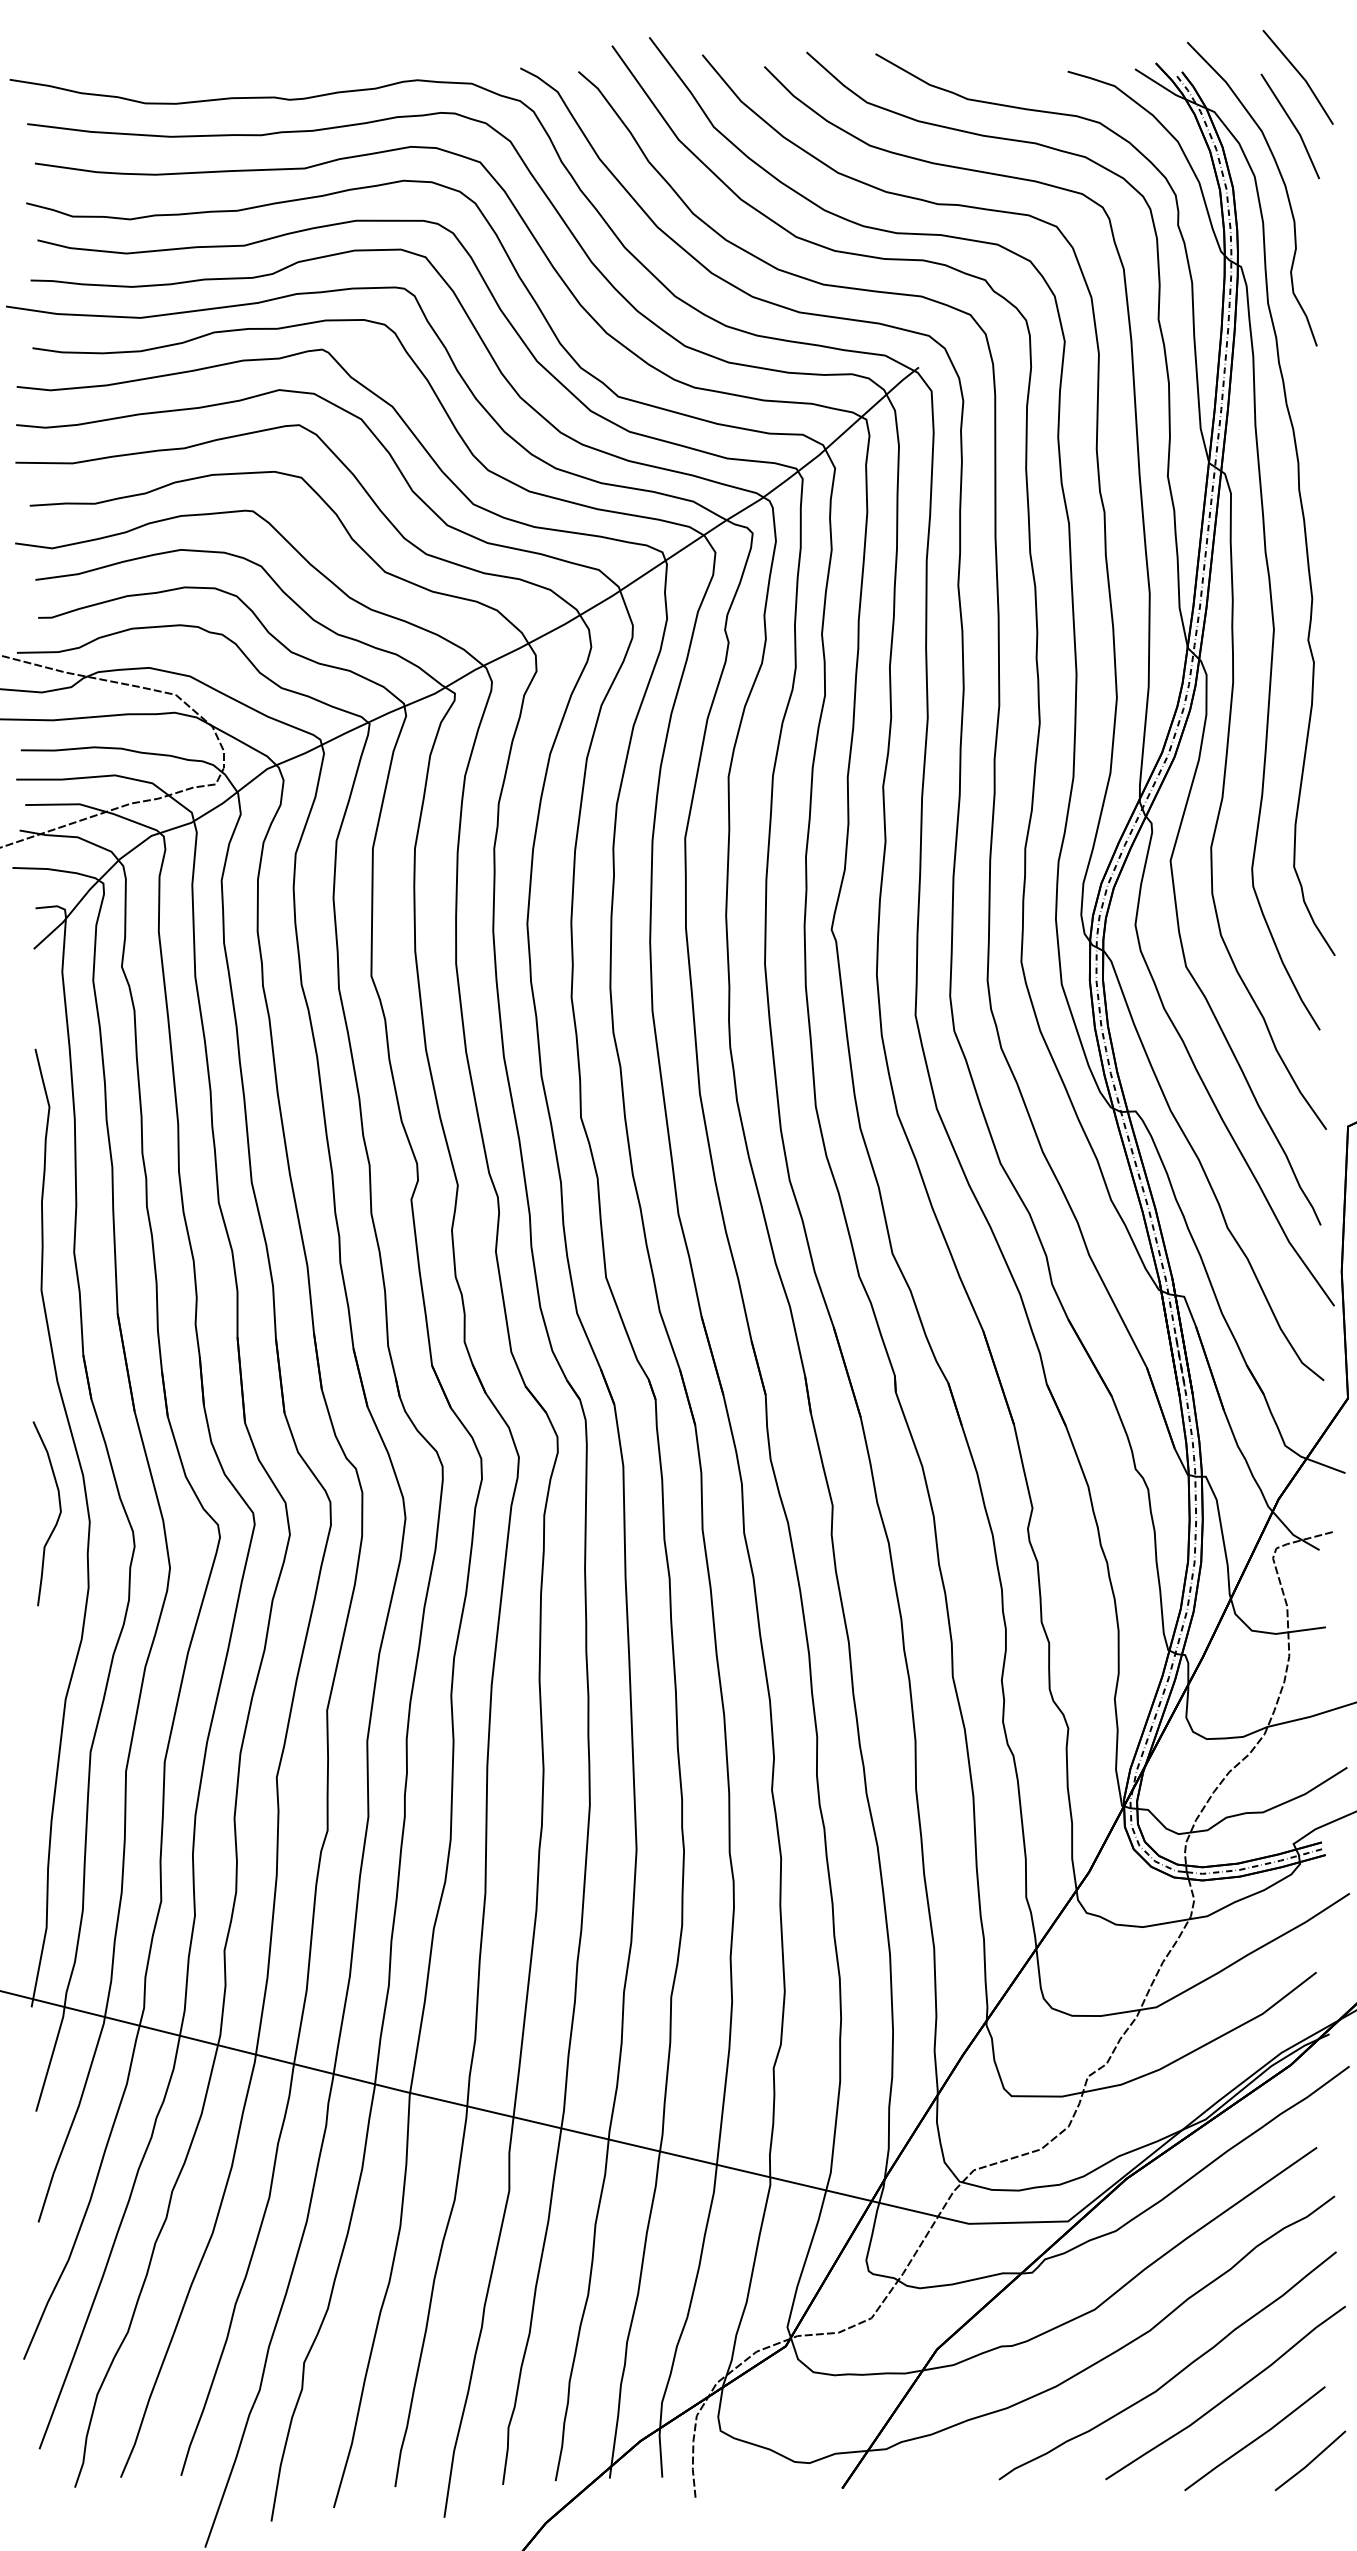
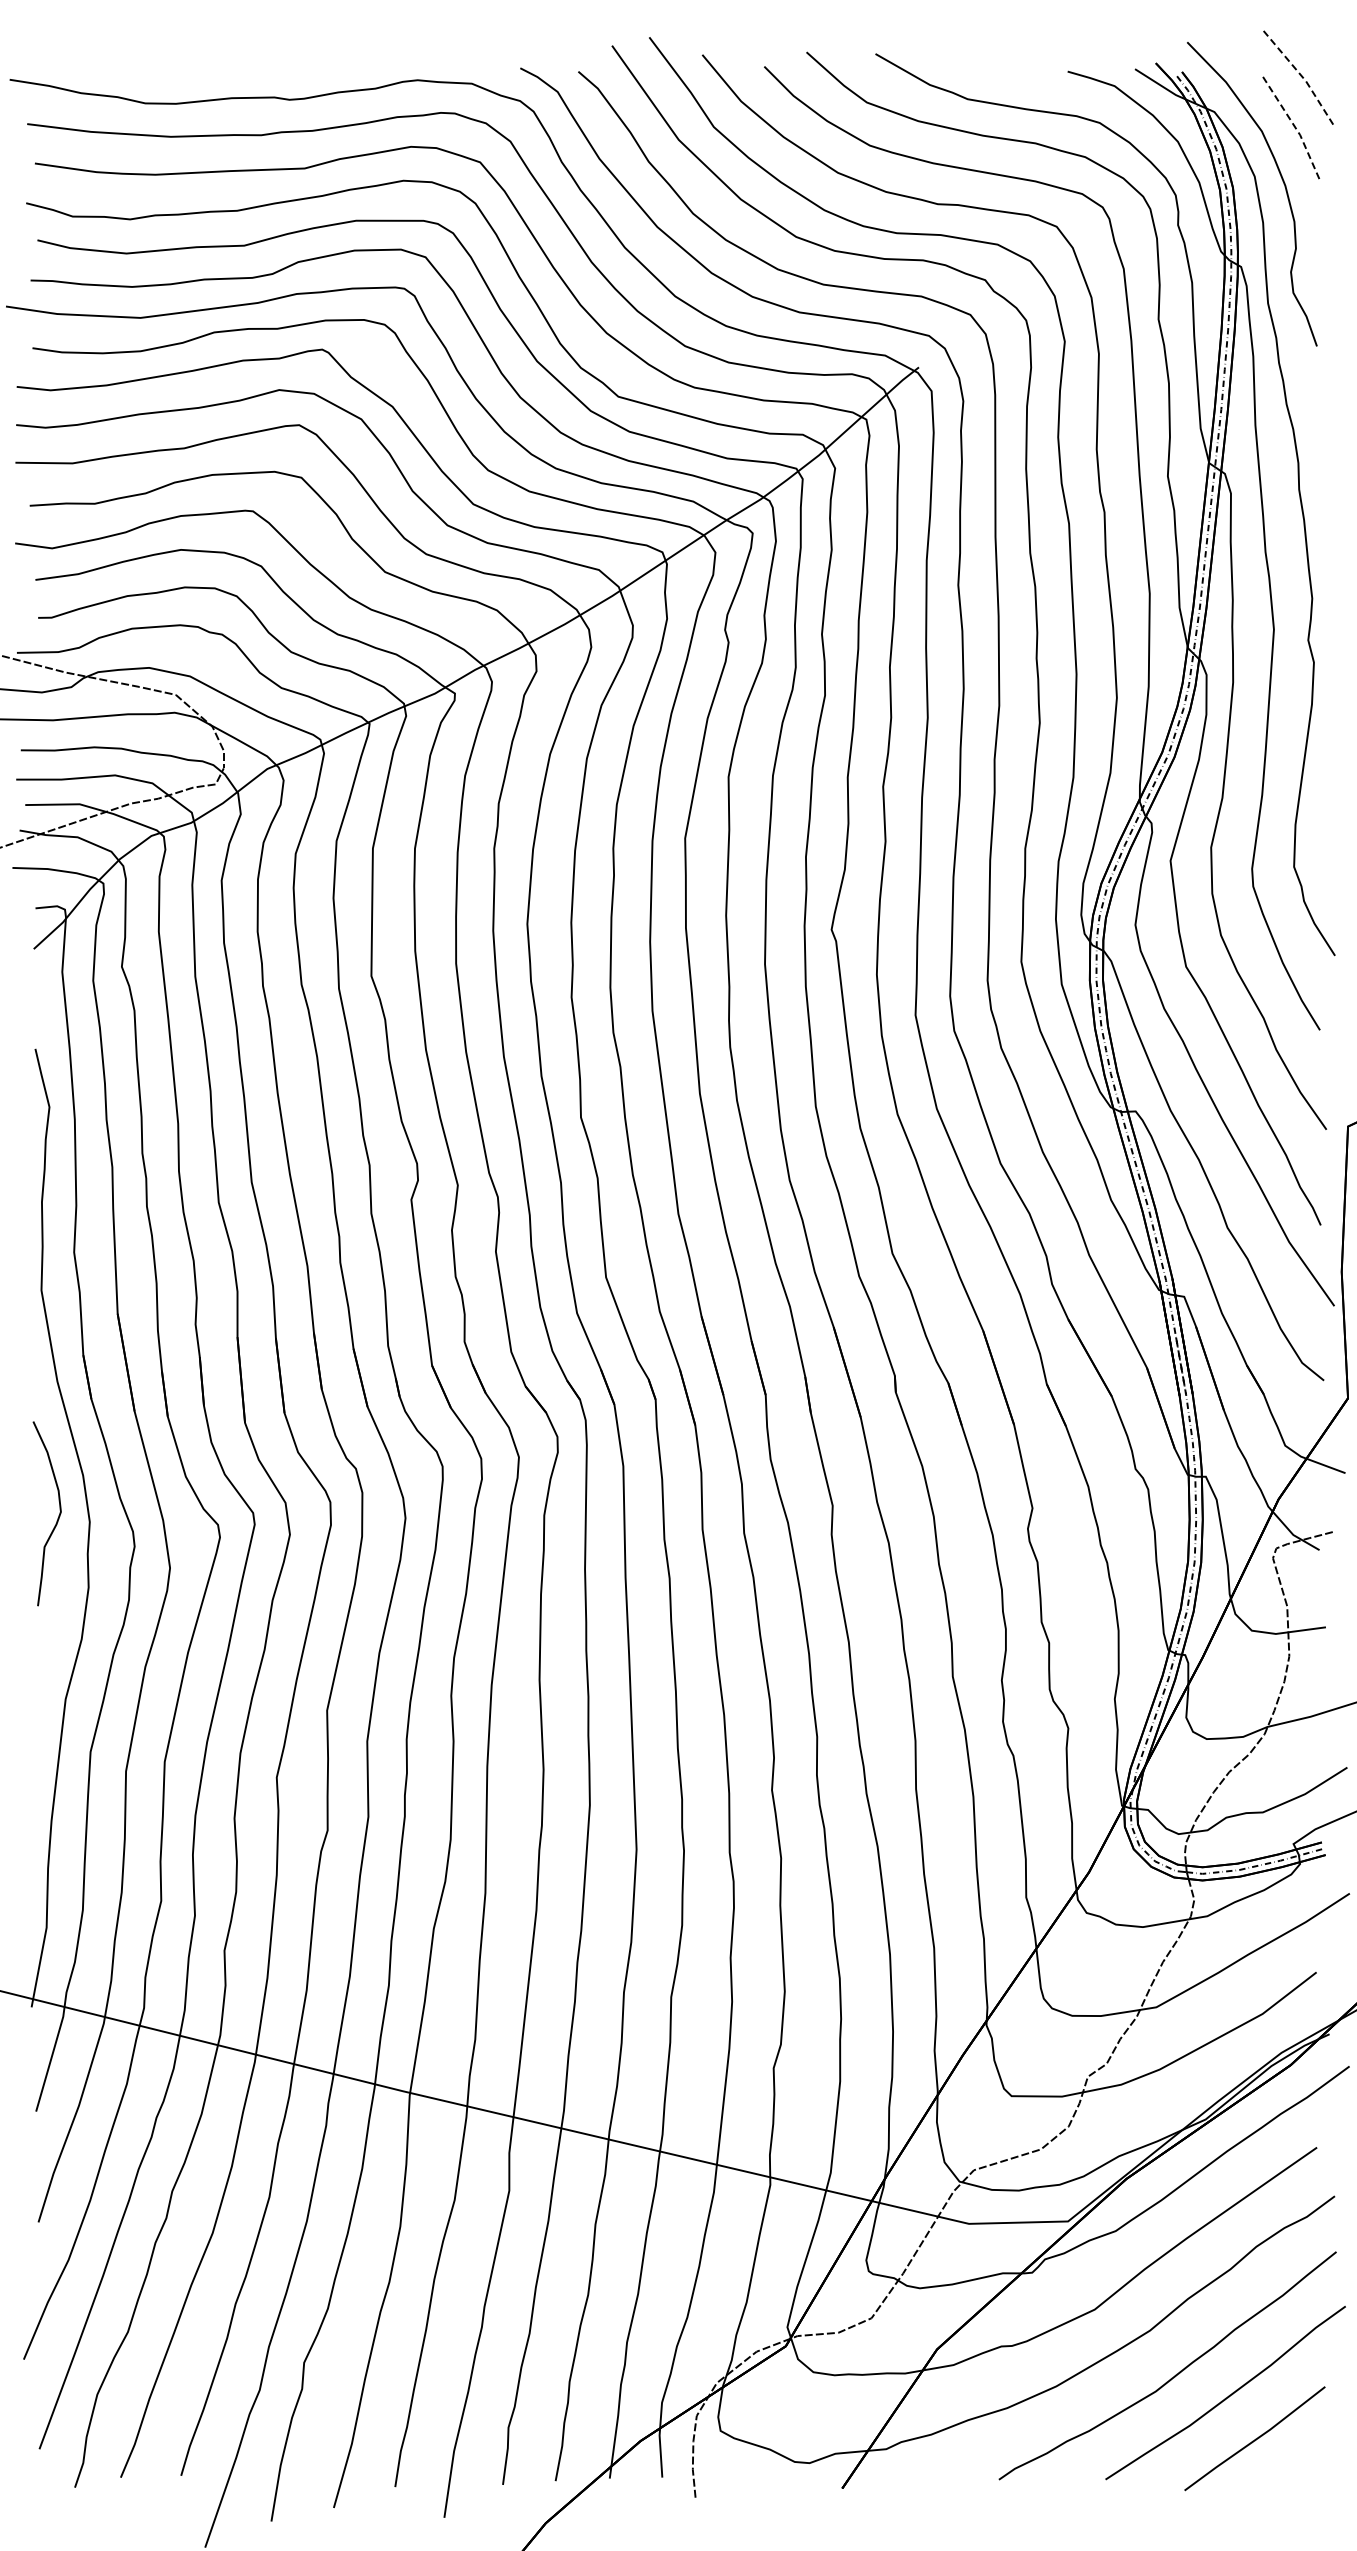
line at (1301, 75): solid -> dashed
line at (1293, 125): solid -> dashed
line at (1311, 2460): present -> none
